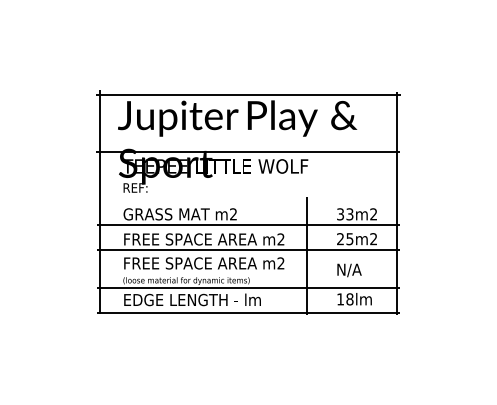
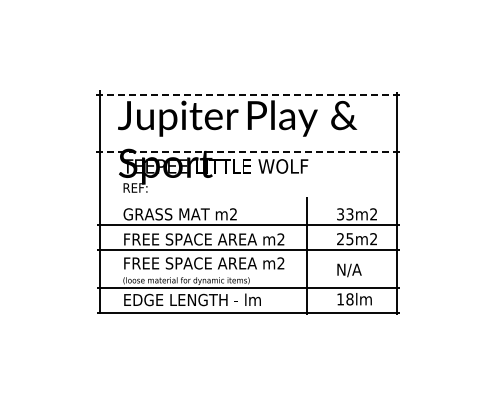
line at (248, 94): solid -> dashed
line at (247, 152): solid -> dashed
